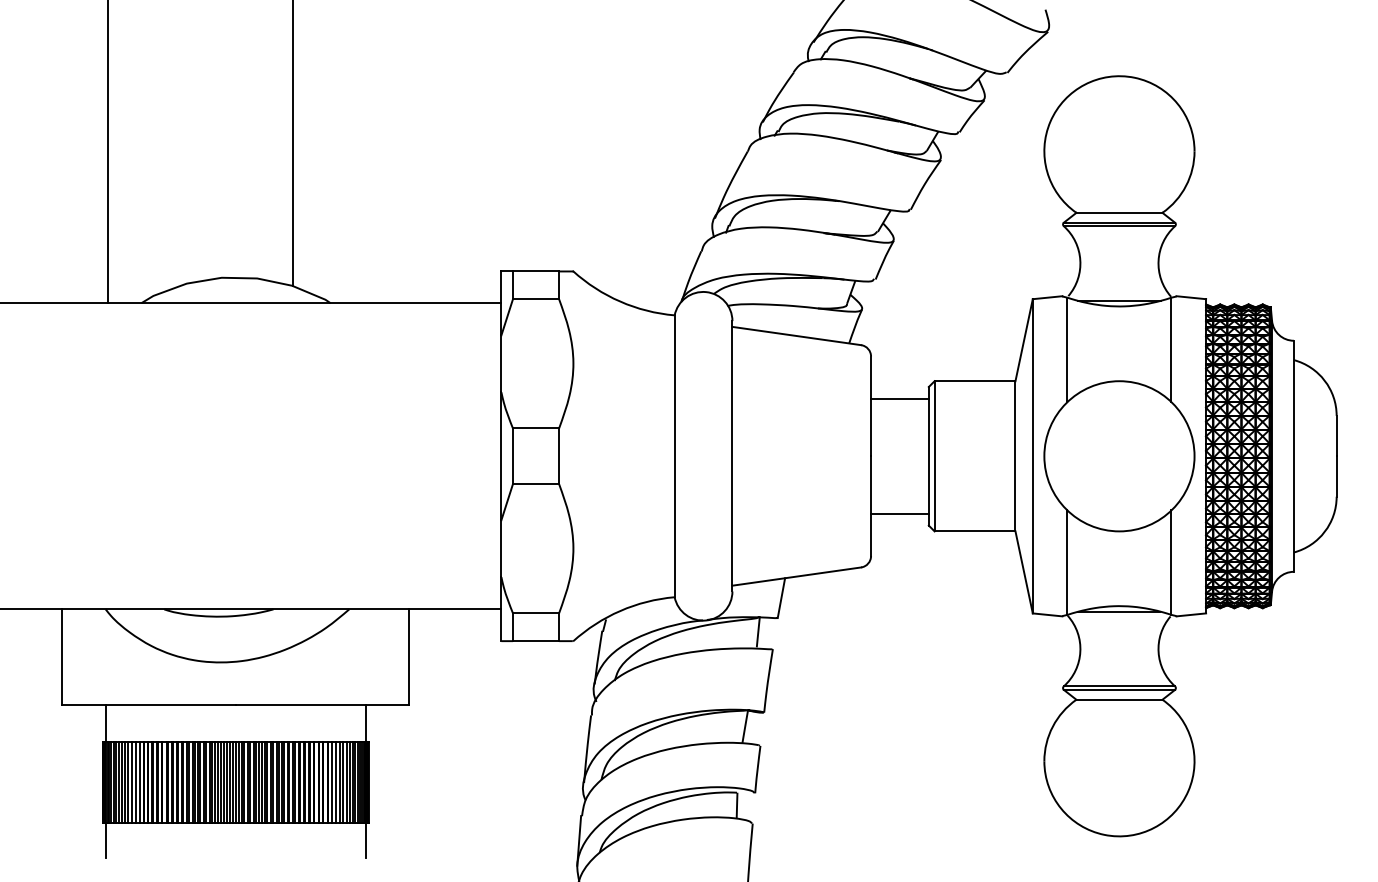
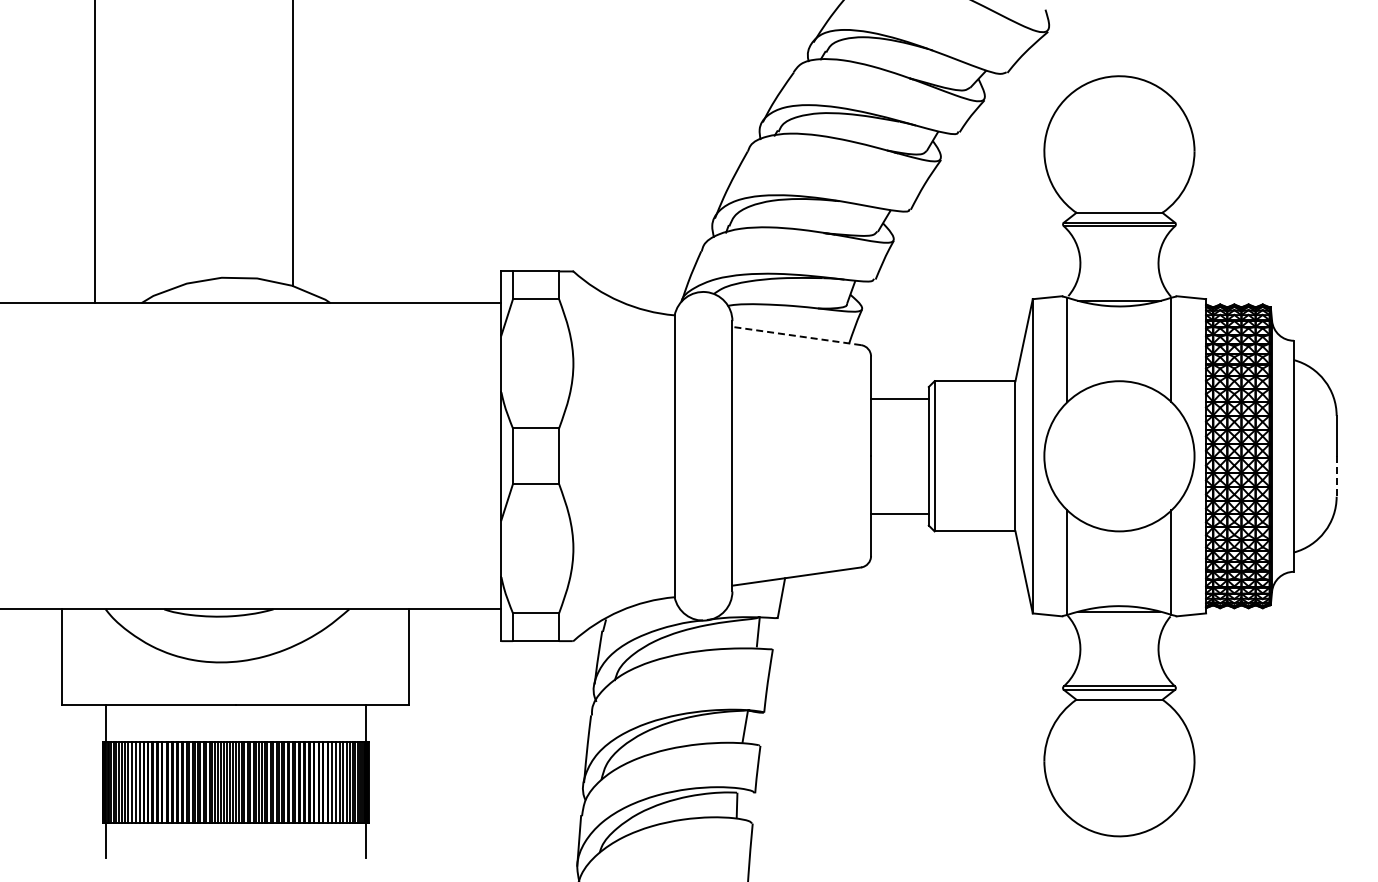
line at (107, 152) position: (107, 152) -> (94, 152)
line at (796, 336): solid -> dashed
line at (1336, 477): solid -> dashed
